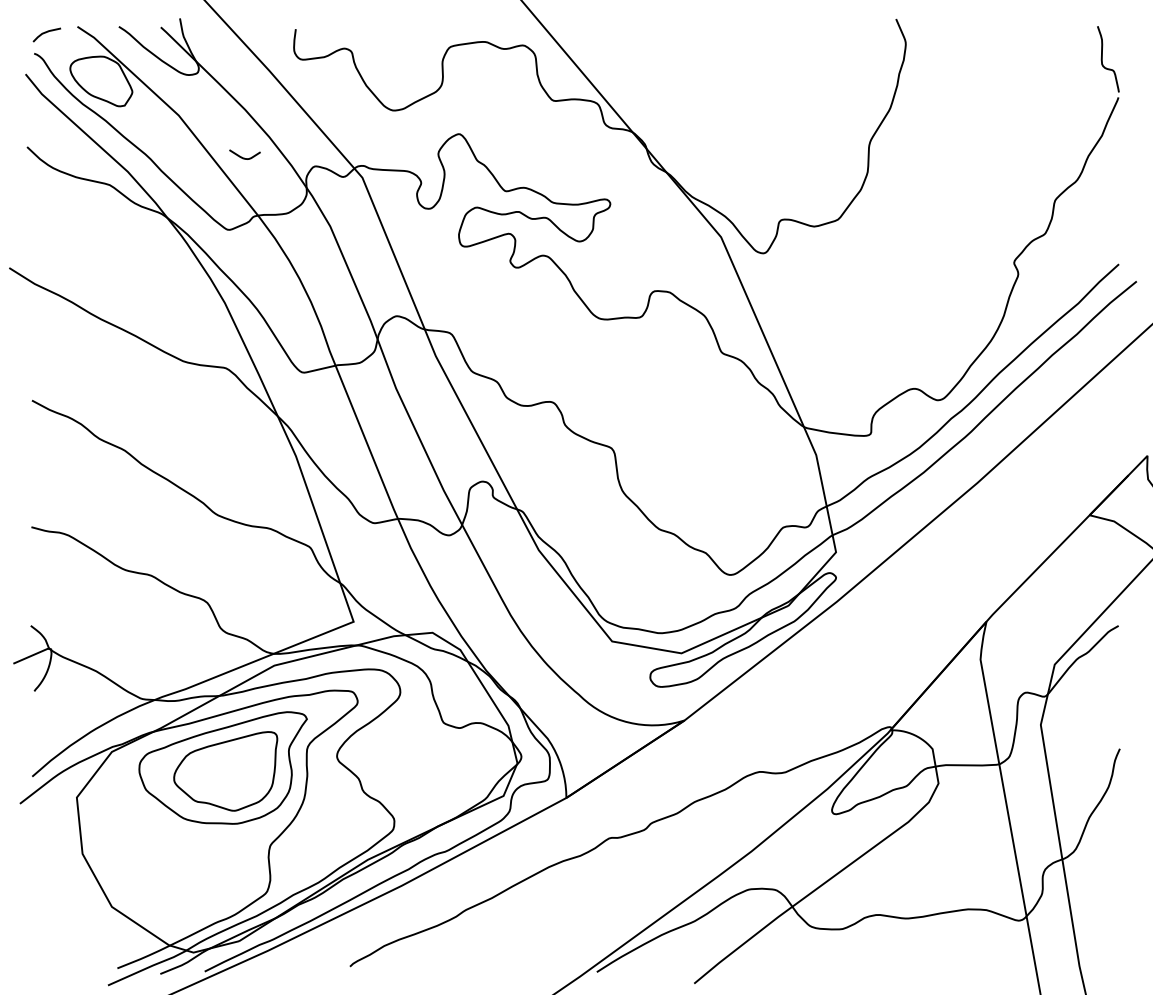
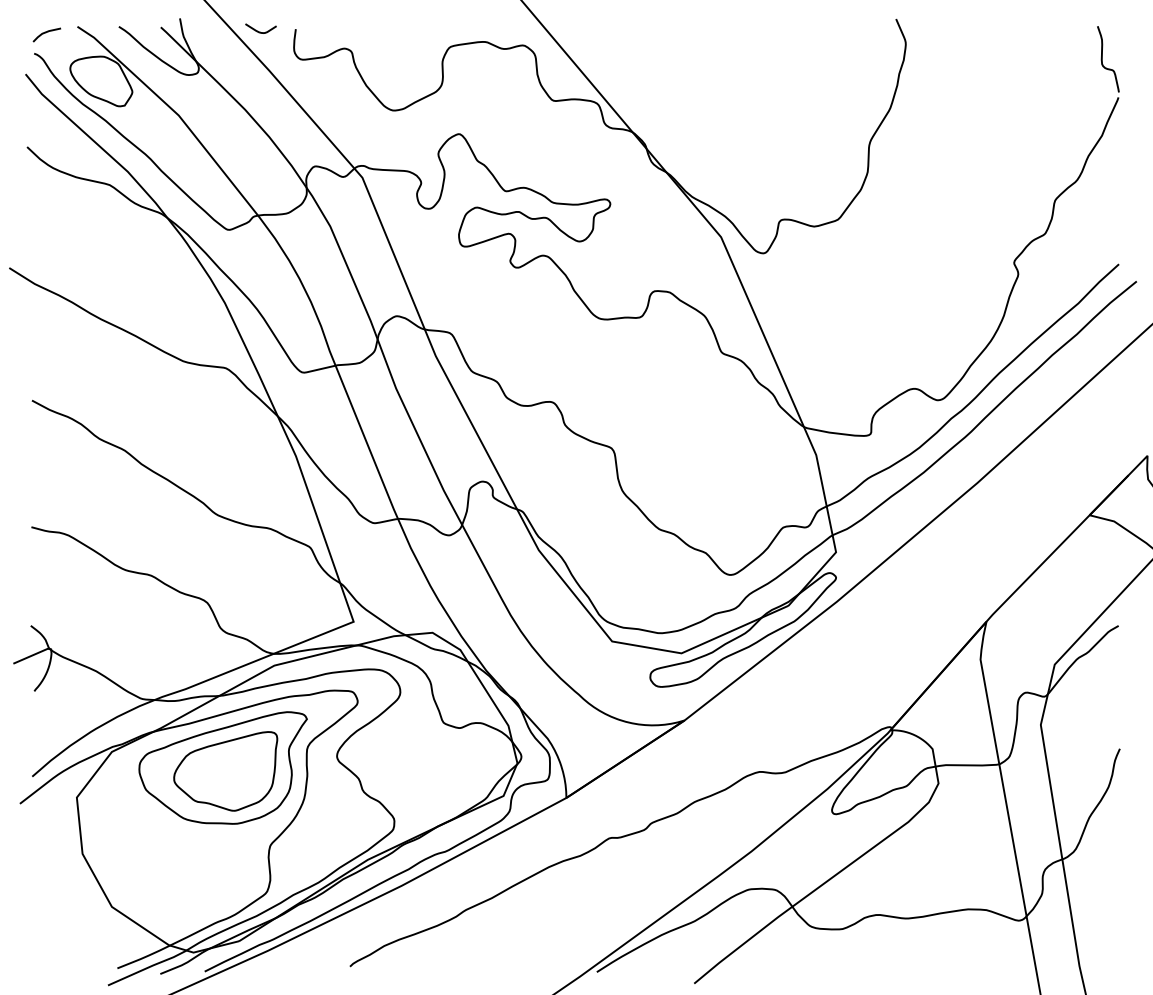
curve at (244, 157) position: (244, 157) -> (260, 31)
